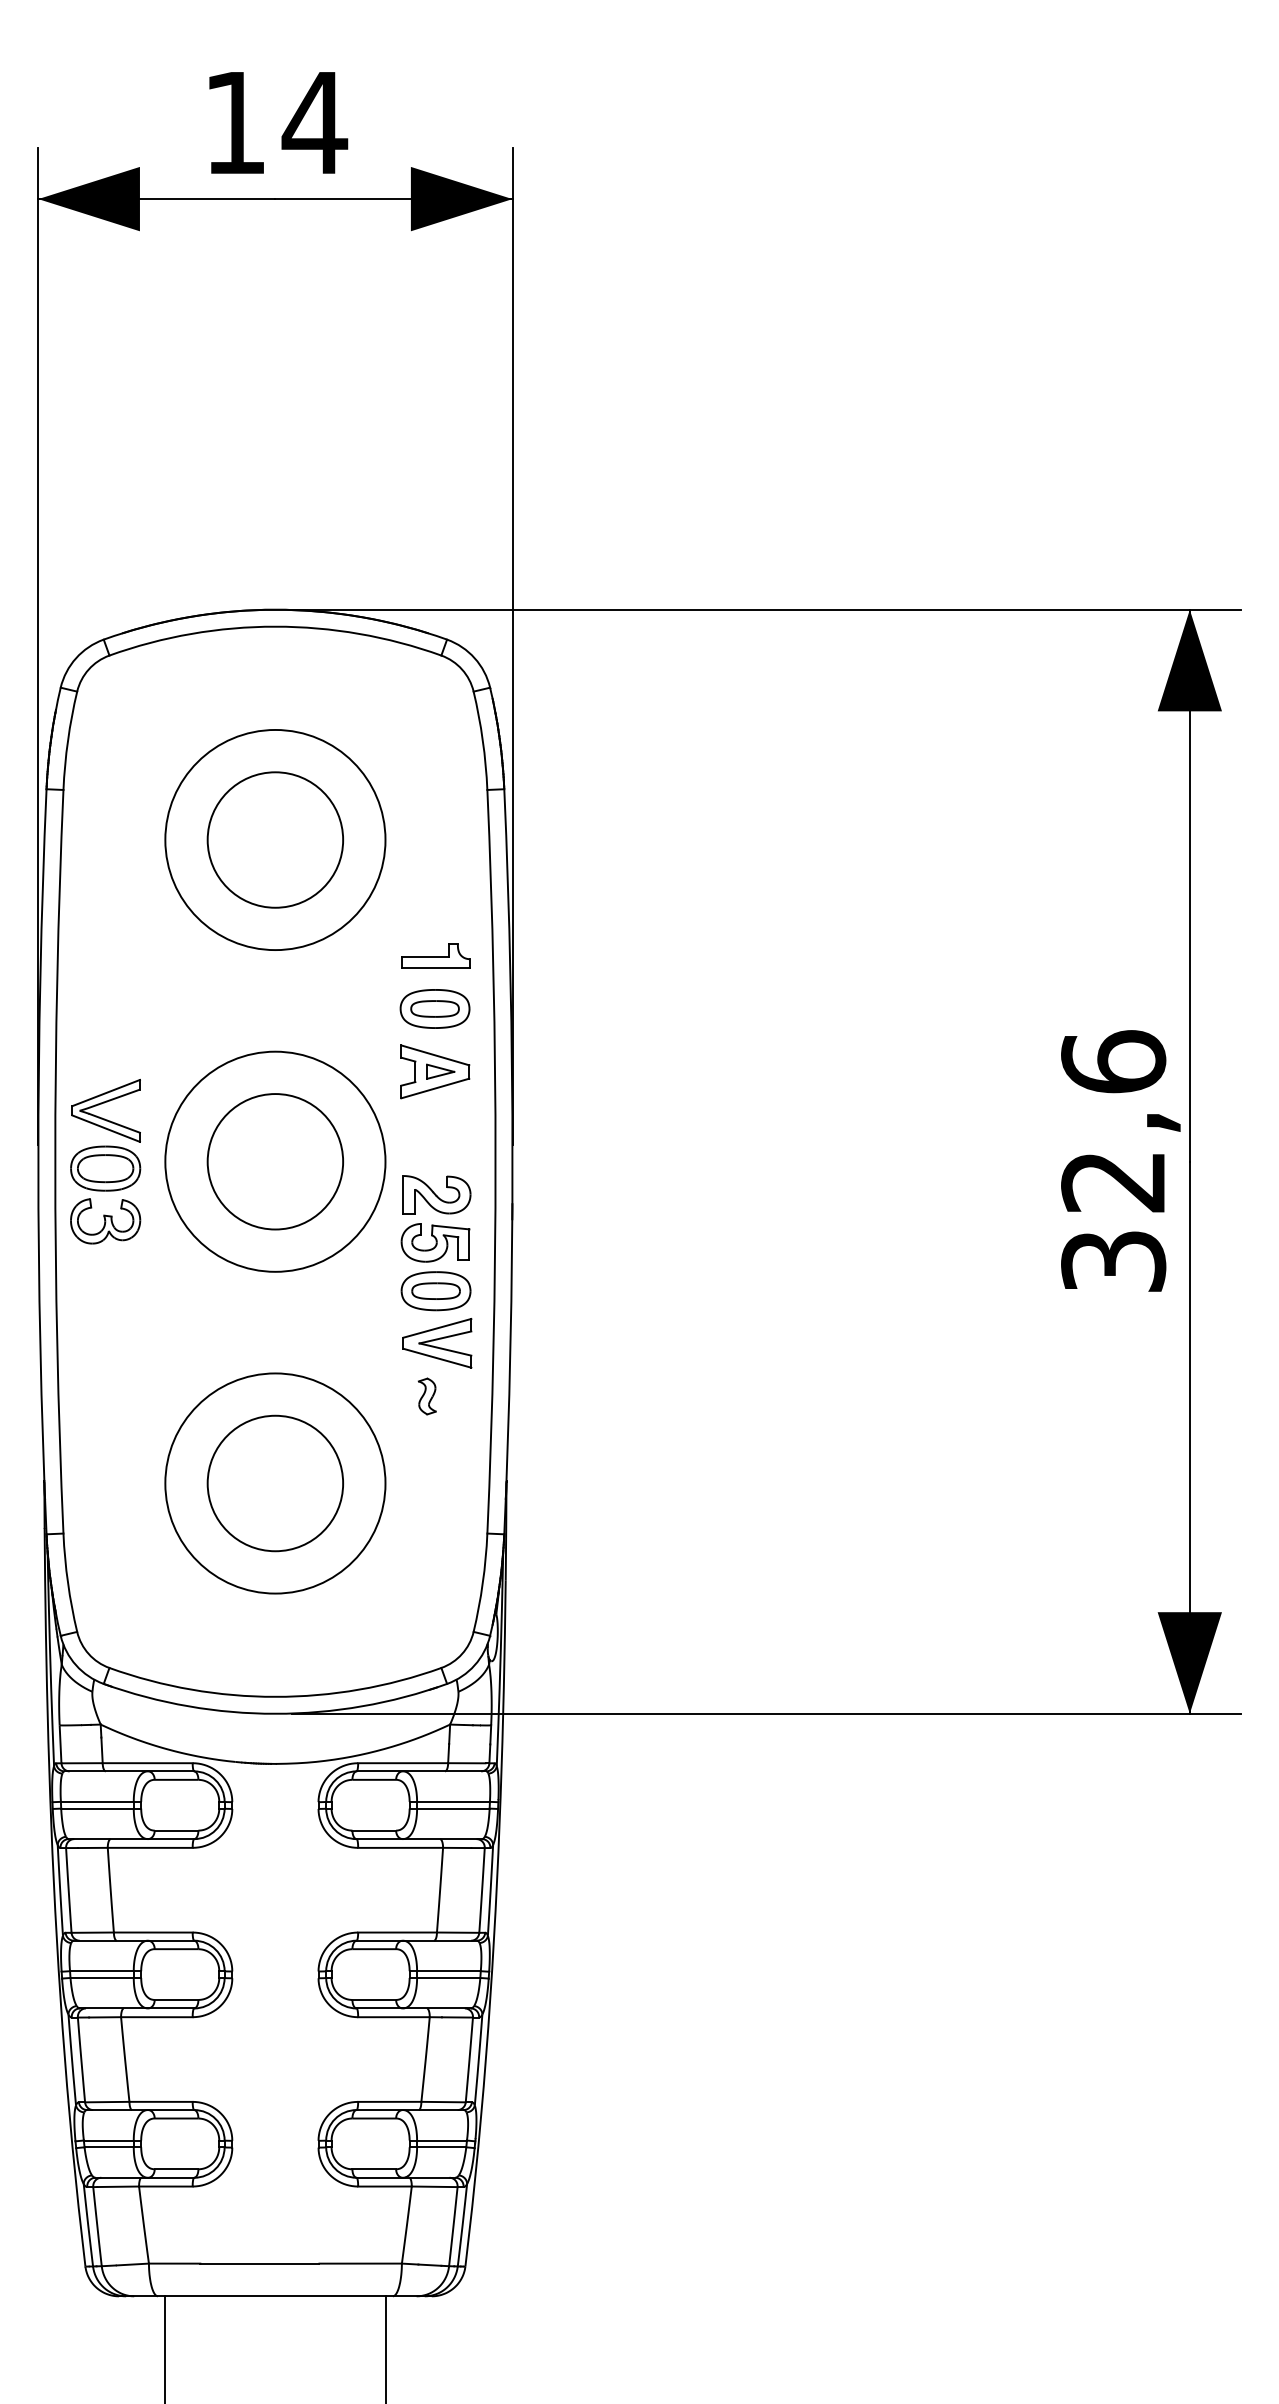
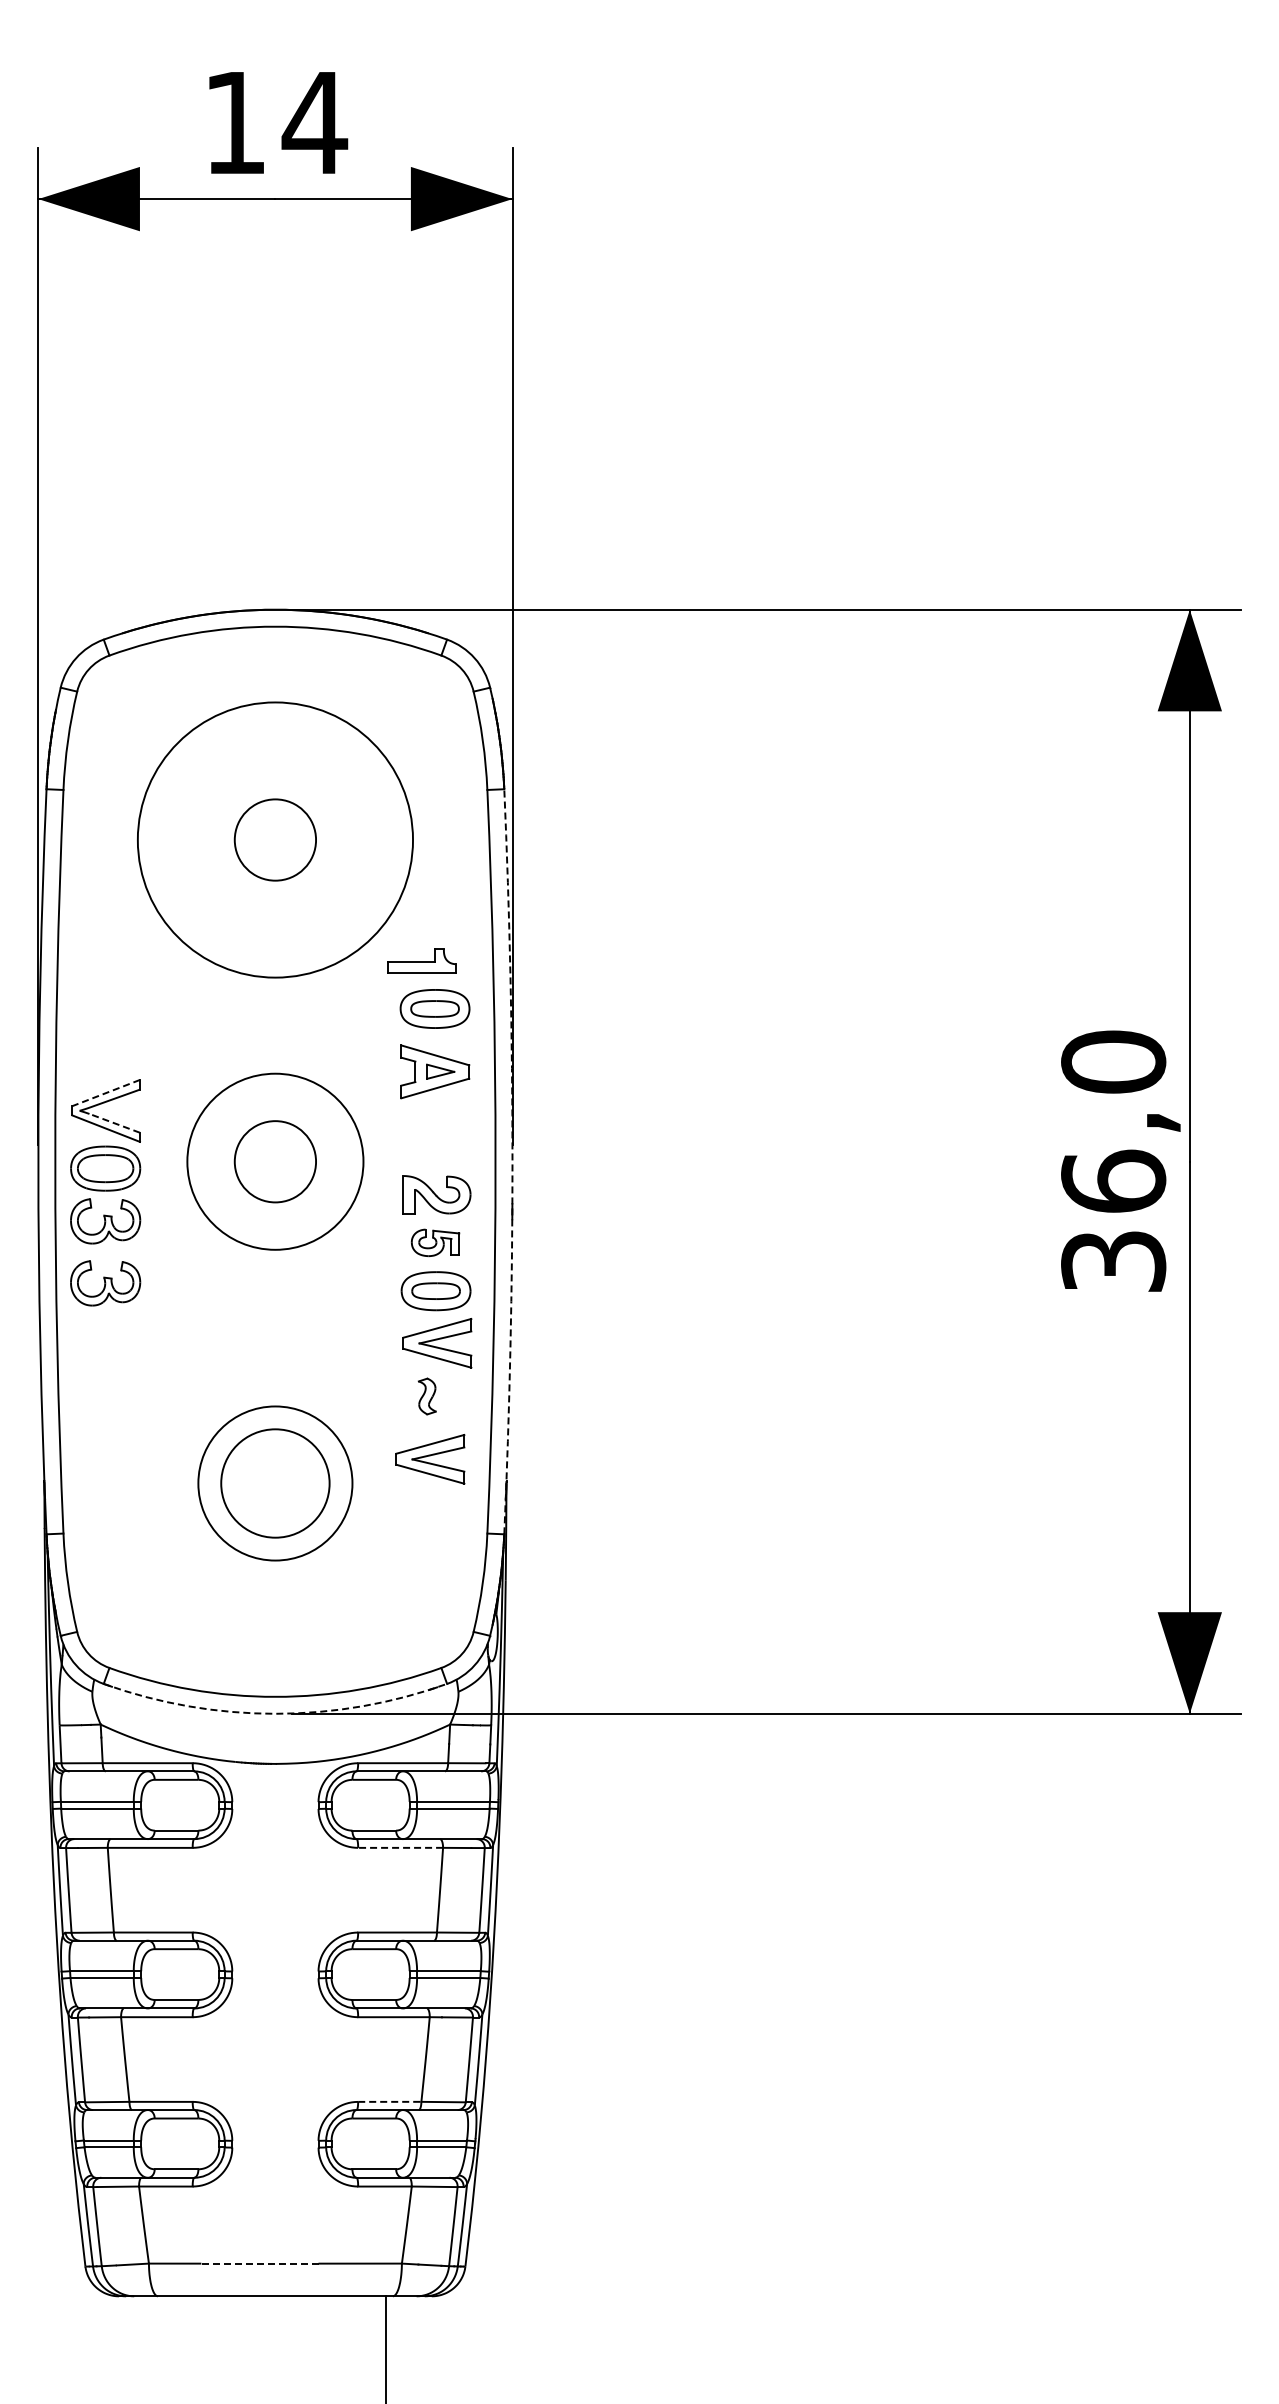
circle at (275, 839) diameter: 135 px -> 81 px
circle at (275, 839) diameter: 220 px -> 275 px
part at (435, 955) position: (435, 955) -> (421, 960)
line at (105, 1093): solid -> dashed
text at (1113, 1121): 32,6 -> 36,0
line at (114, 1123): solid -> dashed
circle at (275, 1161) diameter: 135 px -> 81 px
circle at (275, 1161) diameter: 220 px -> 176 px
arc at (512, 1161): solid -> dashed
part at (435, 1242) size: 71x40 px -> 51x29 px
part at (105, 1283): none -> present
part at (430, 1459): none -> present
circle at (275, 1483) diameter: 135 px -> 108 px
circle at (275, 1483) diameter: 220 px -> 154 px
arc at (275, 1713): solid -> dashed
line at (400, 1847): solid -> dashed
line at (389, 2101): solid -> dashed
line at (259, 2263): solid -> dashed
line at (165, 2348): present -> none
